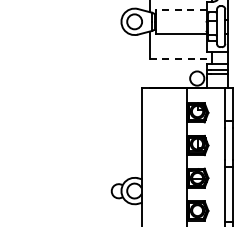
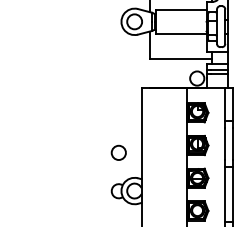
line at (181, 10): dashed -> solid
line at (181, 59): dashed -> solid
circle at (118, 152): none -> present
